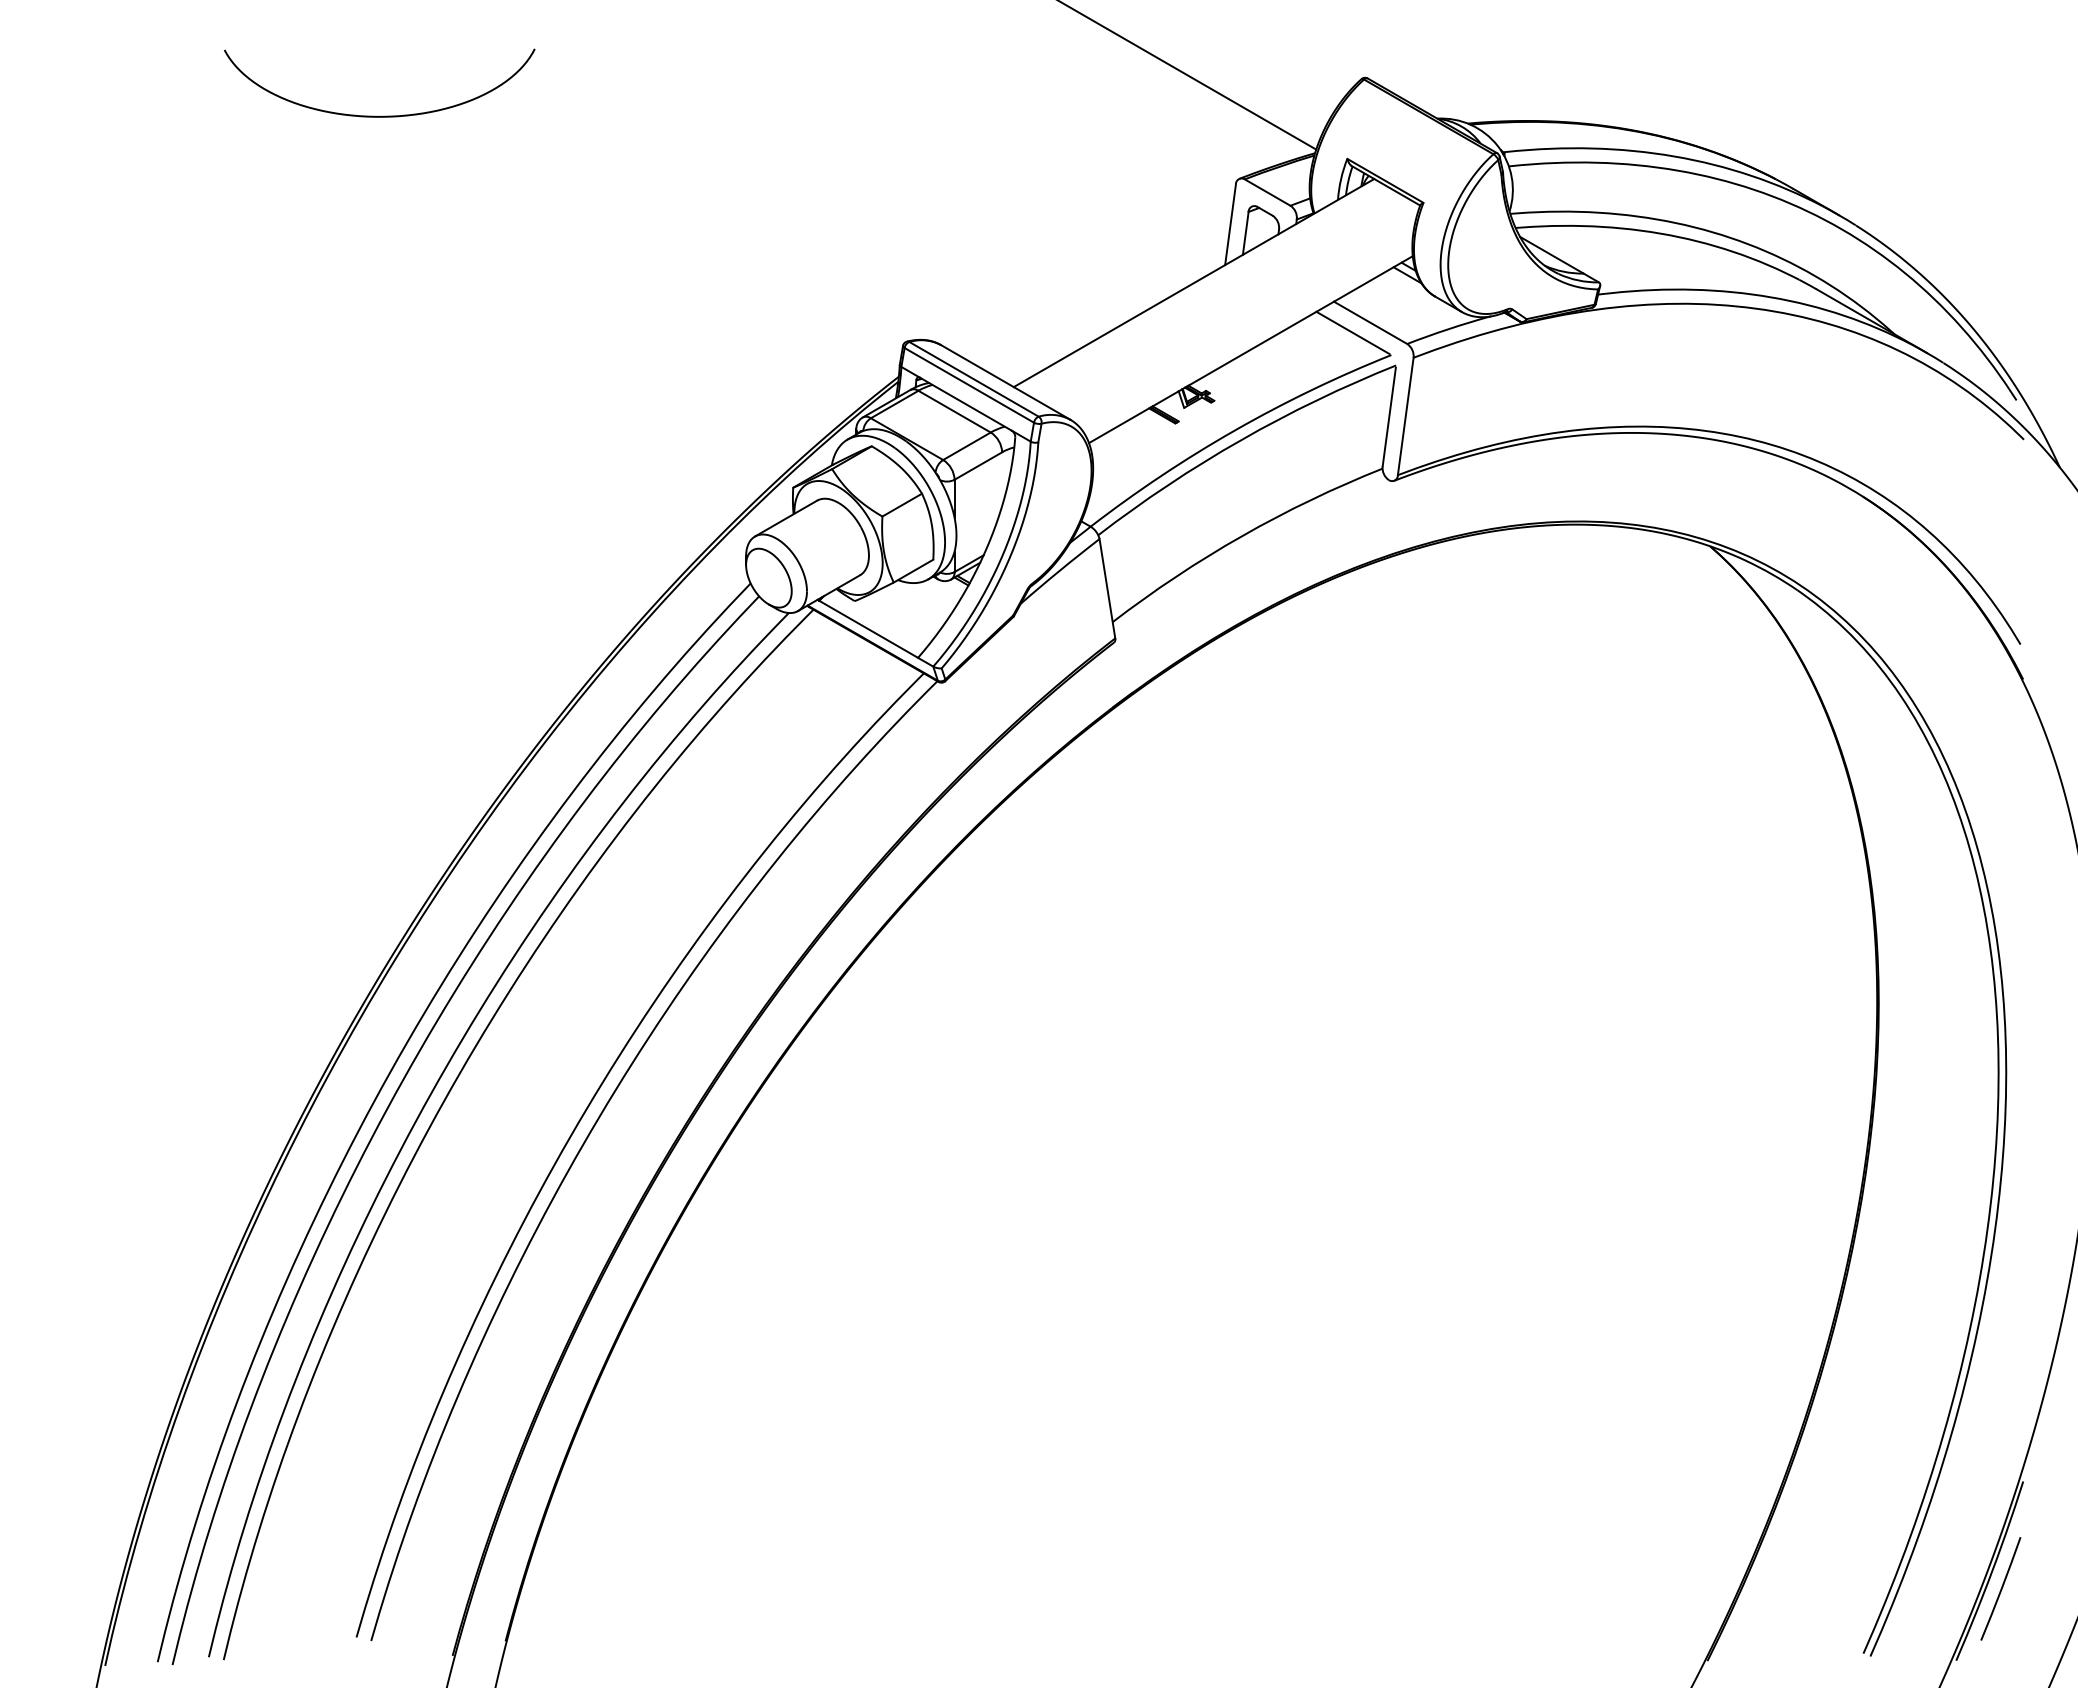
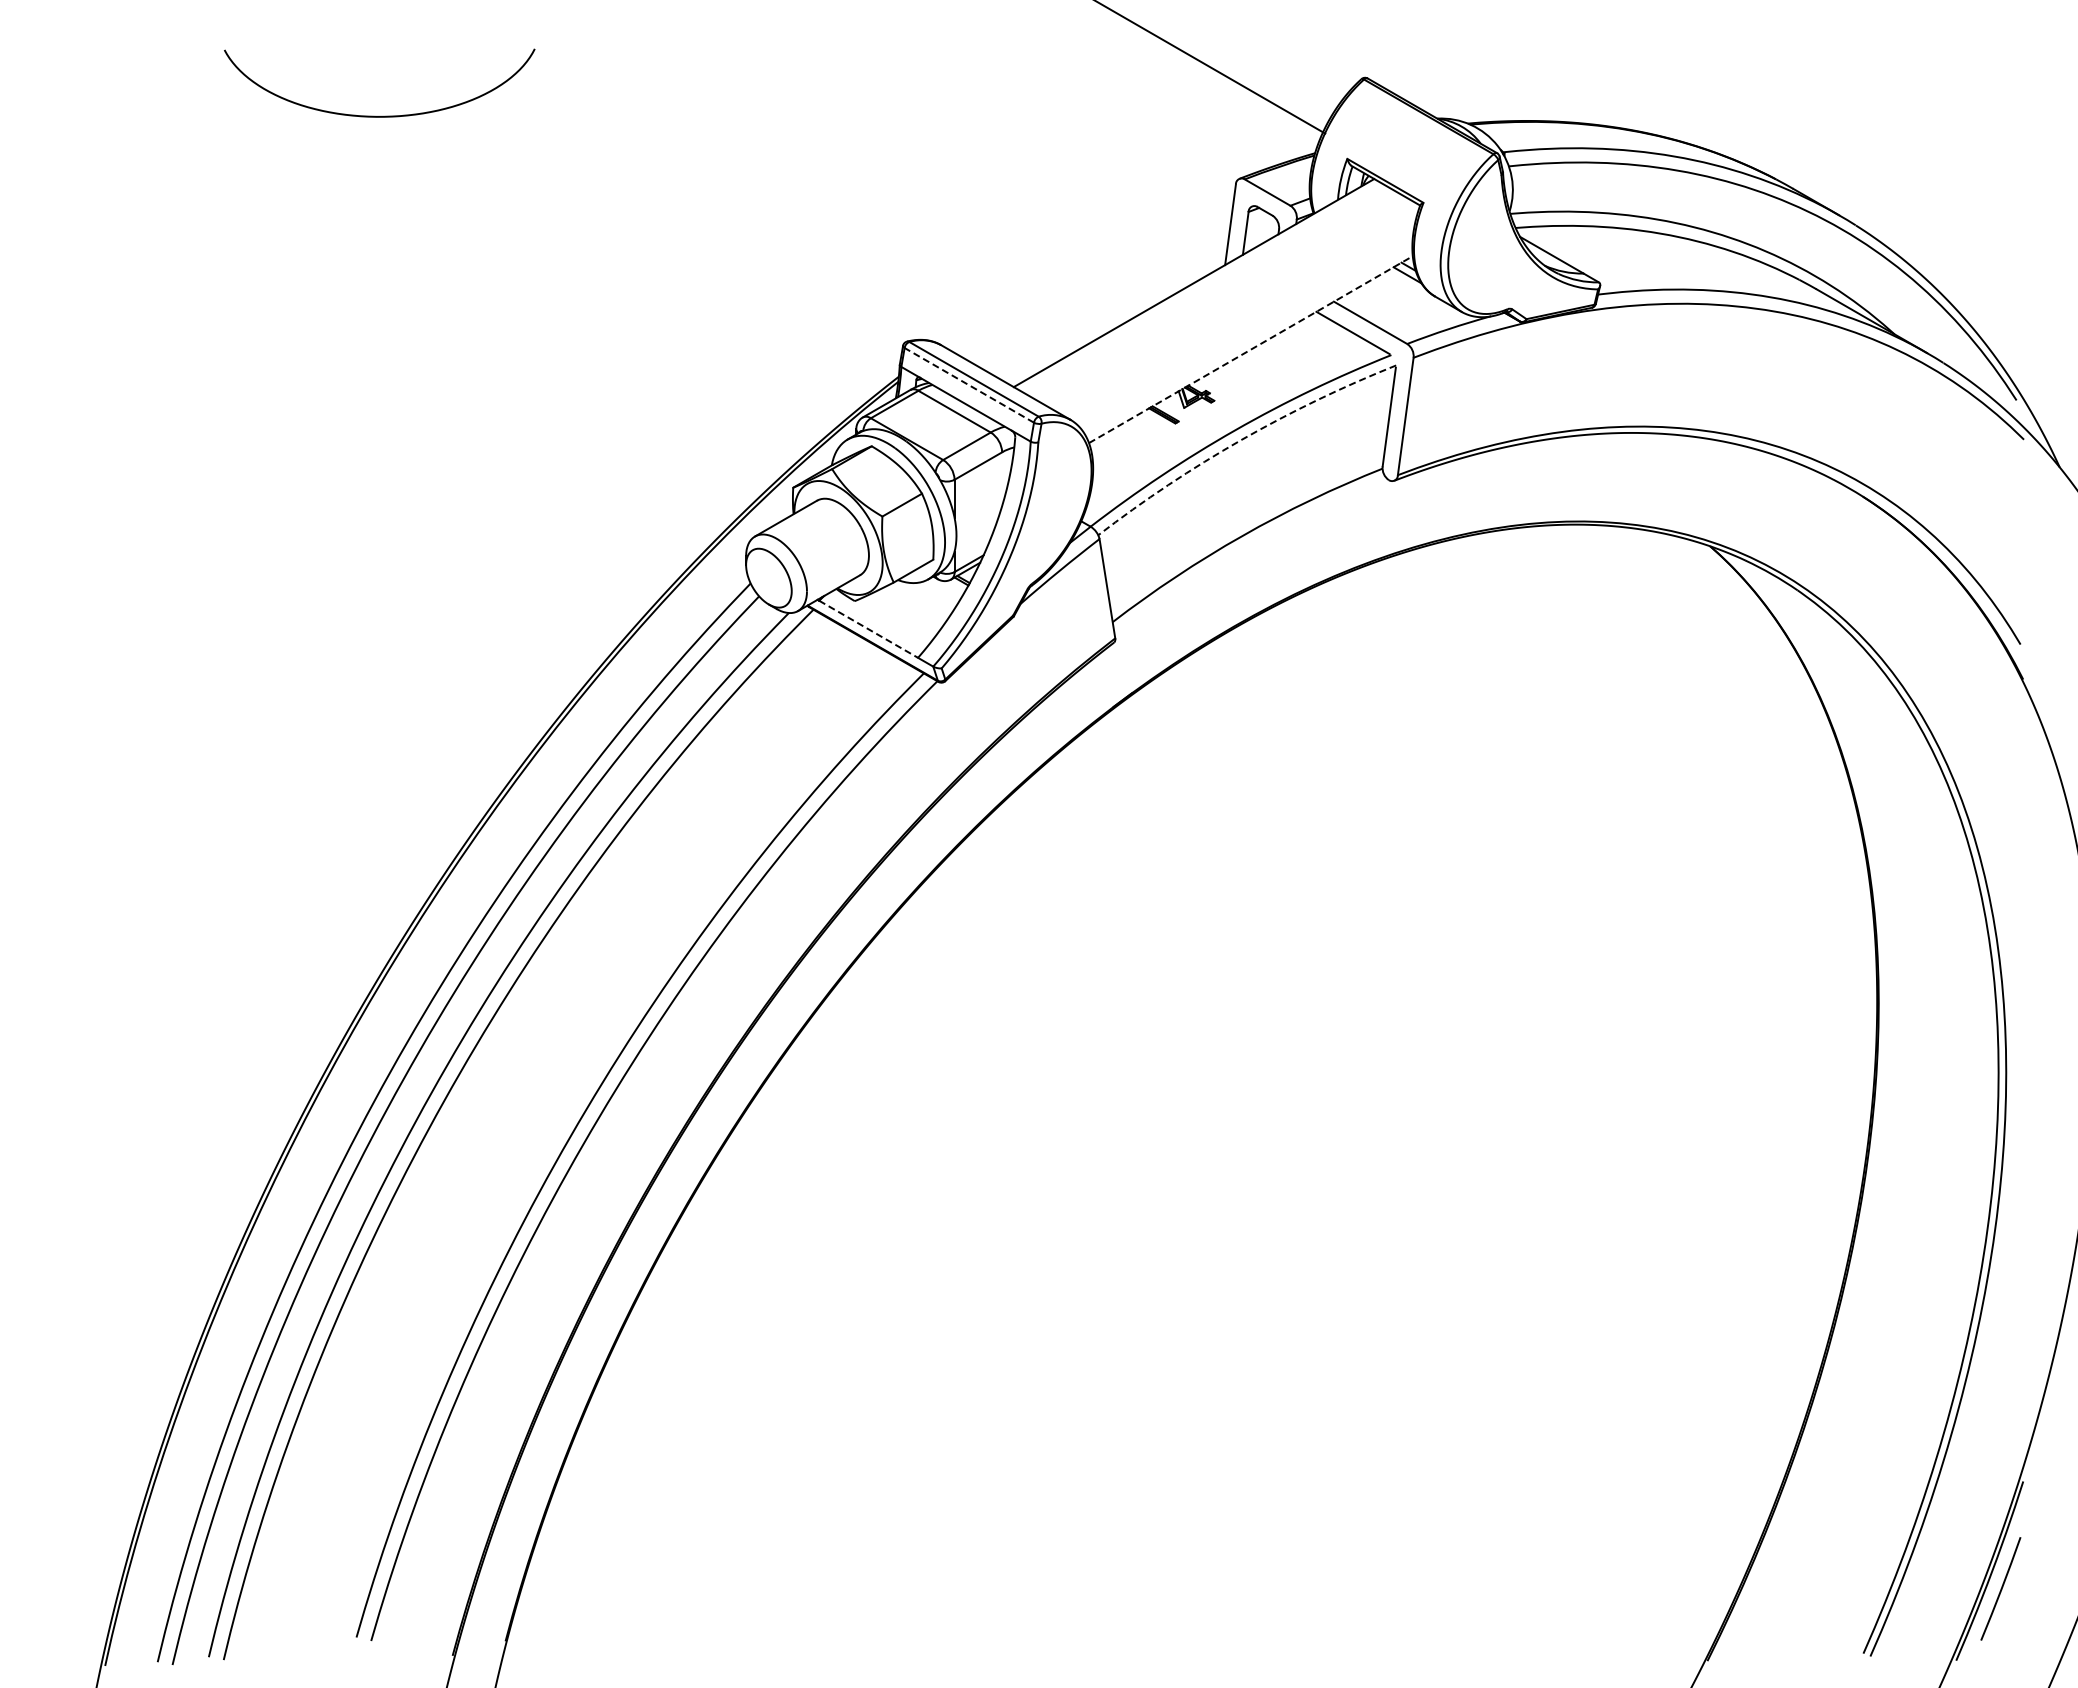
line at (1188, 75) position: (1188, 75) -> (1211, 67)
line at (1250, 349): solid -> dashed
line at (969, 385): solid -> dashed
arc at (1241, 440): solid -> dashed
line at (869, 629): solid -> dashed
